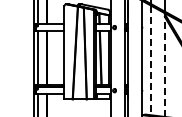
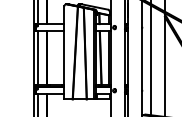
line at (151, 60): dashed -> solid
line at (164, 65): dashed -> solid
